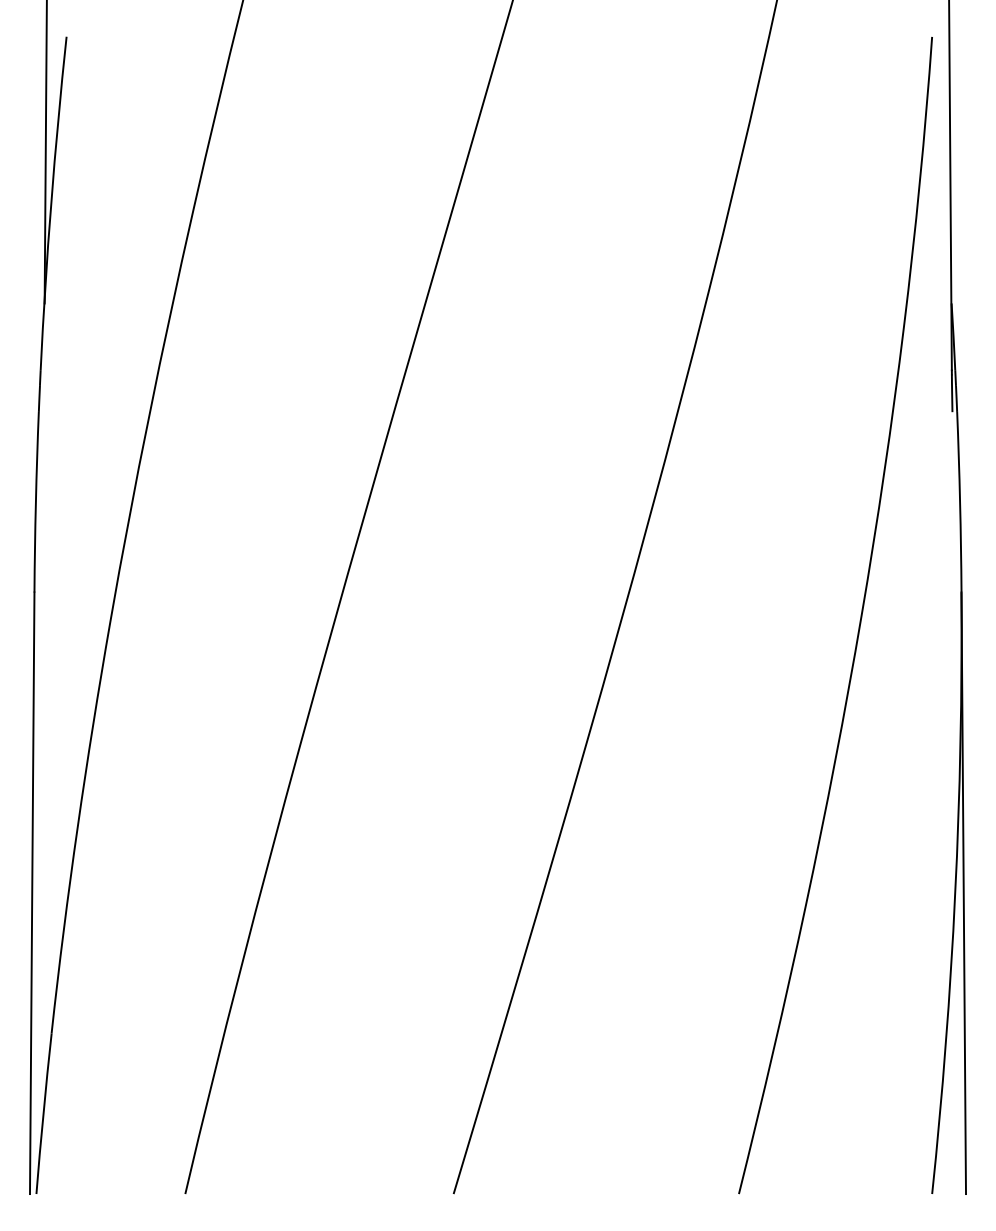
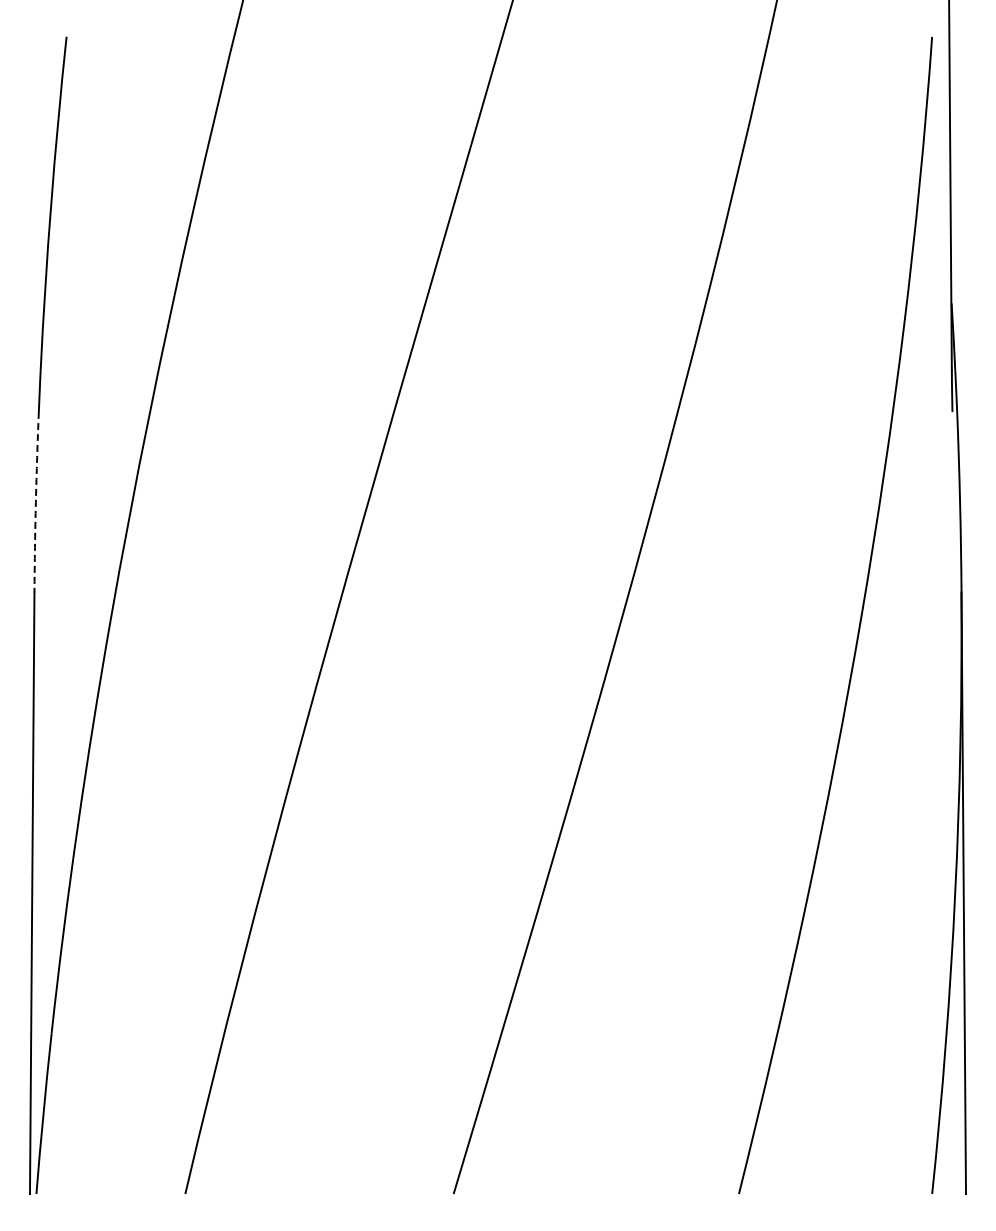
line at (45, 152): present -> none
arc at (35, 502): solid -> dashed
